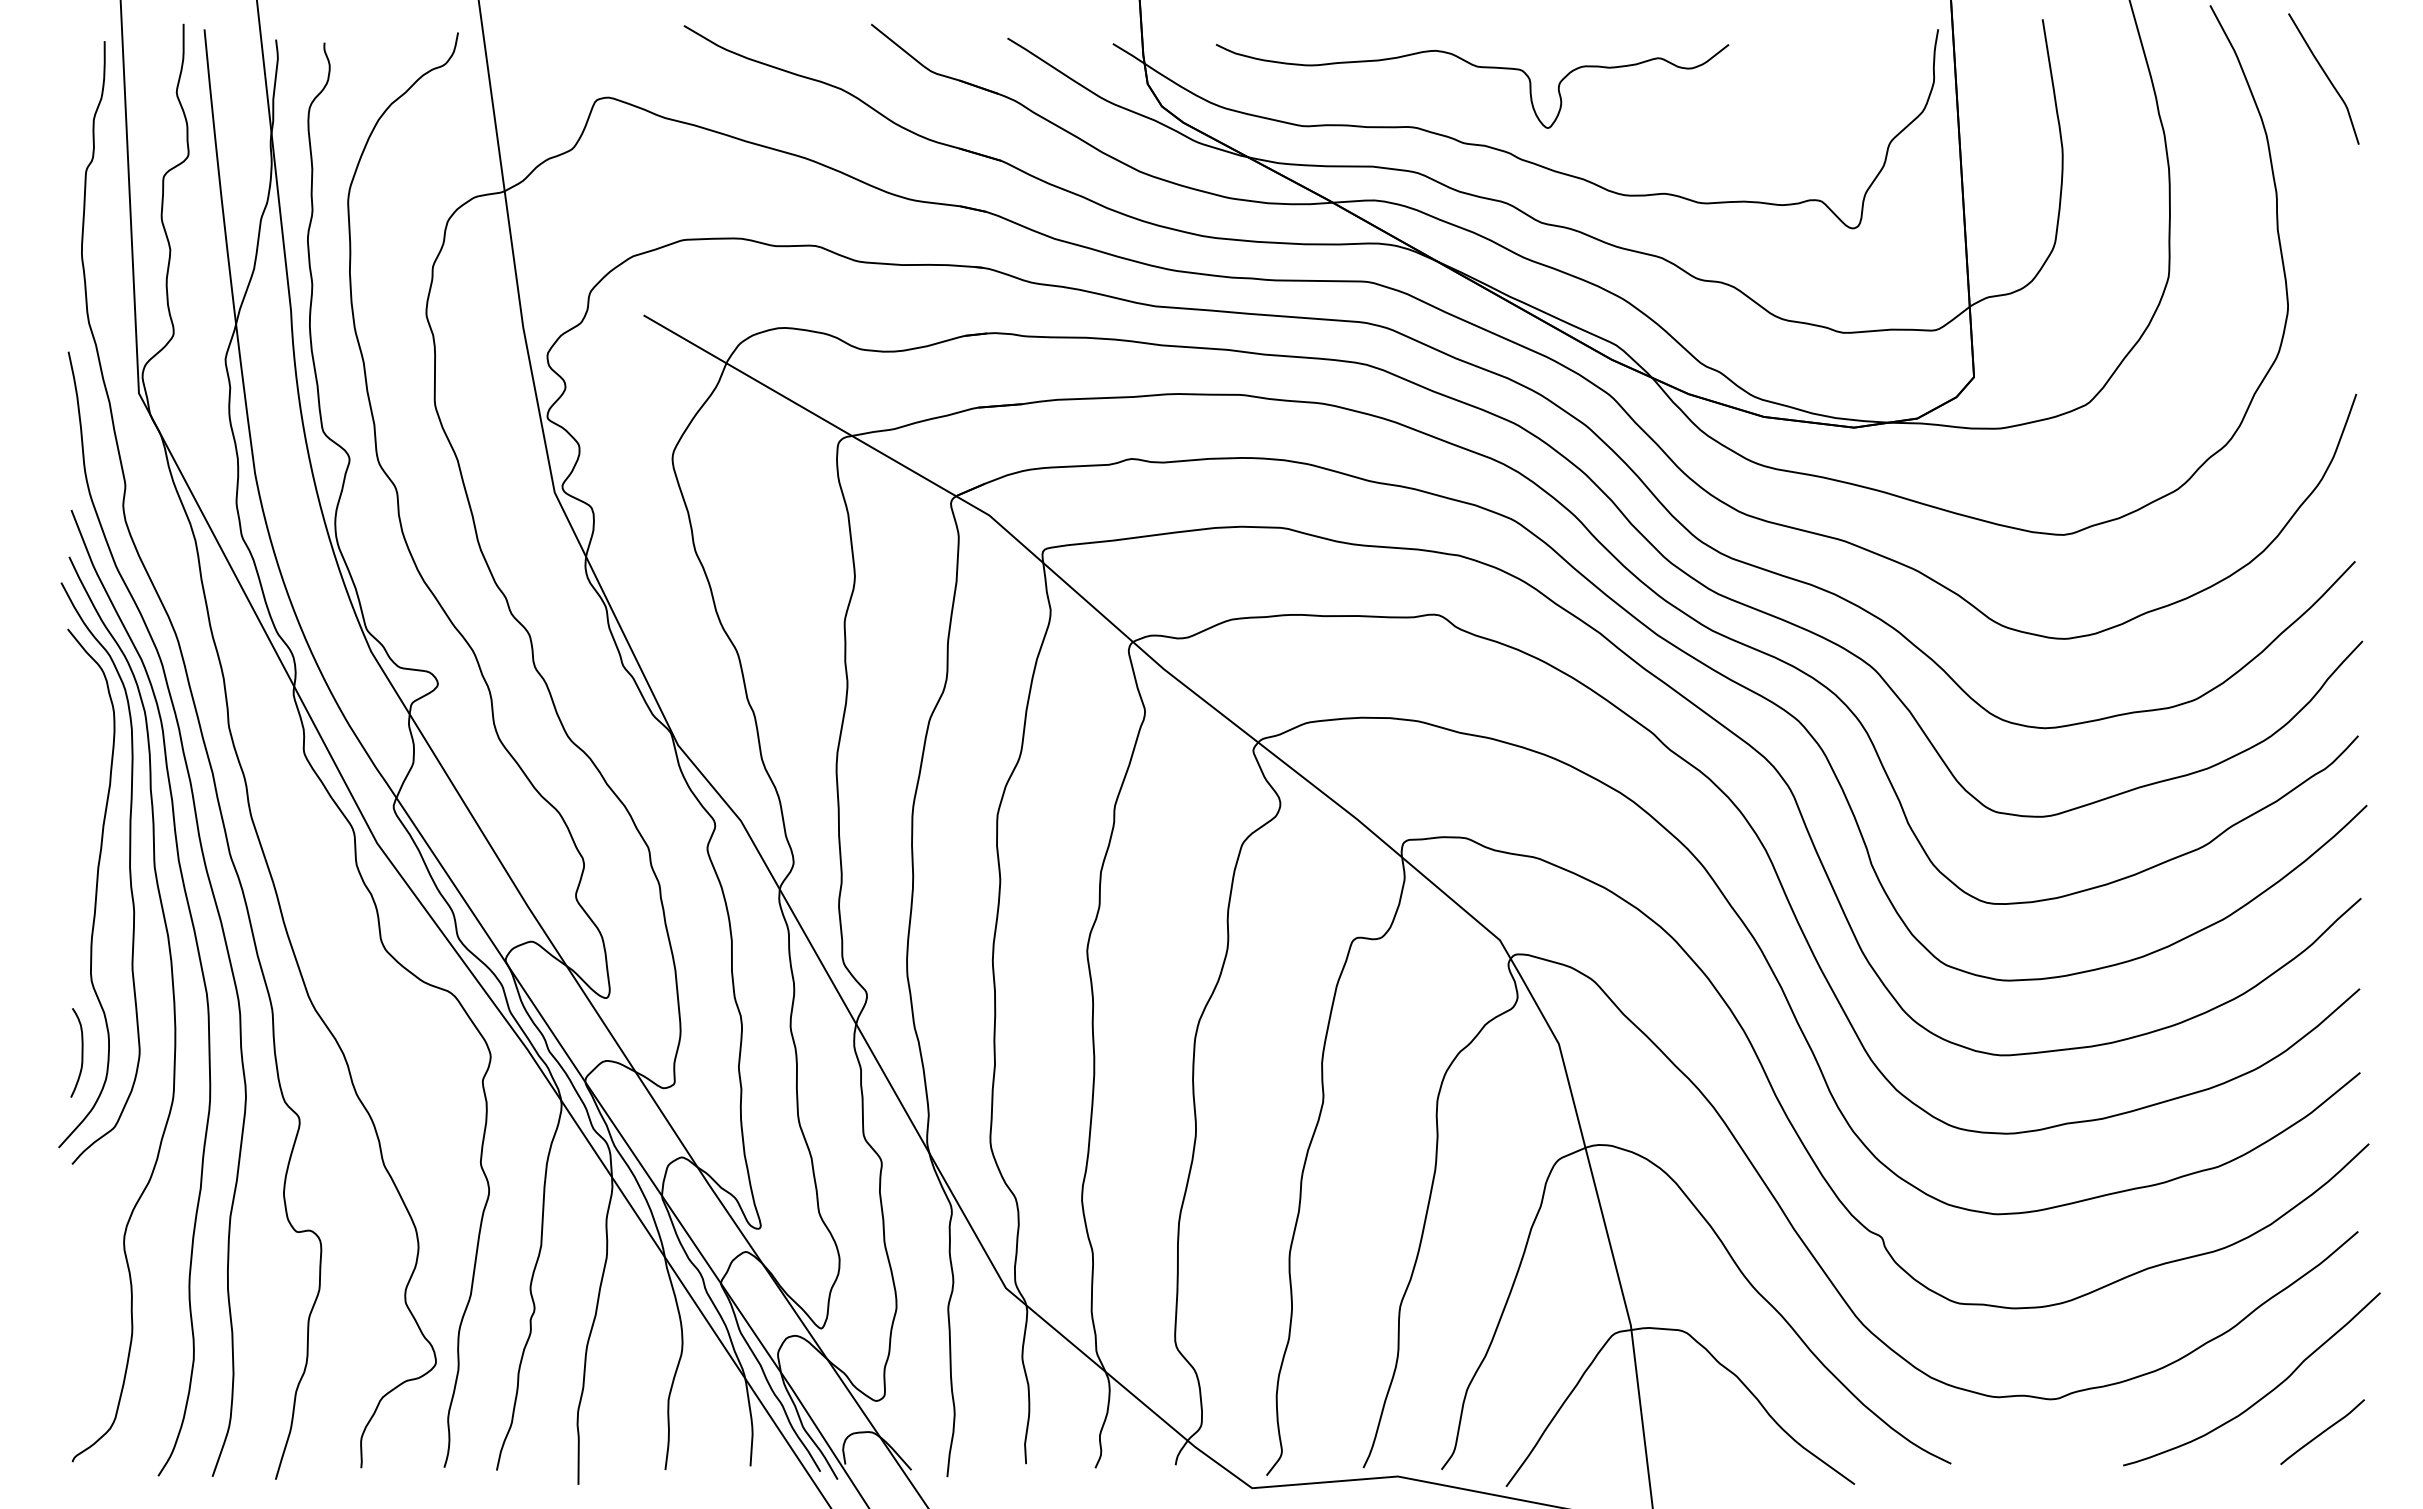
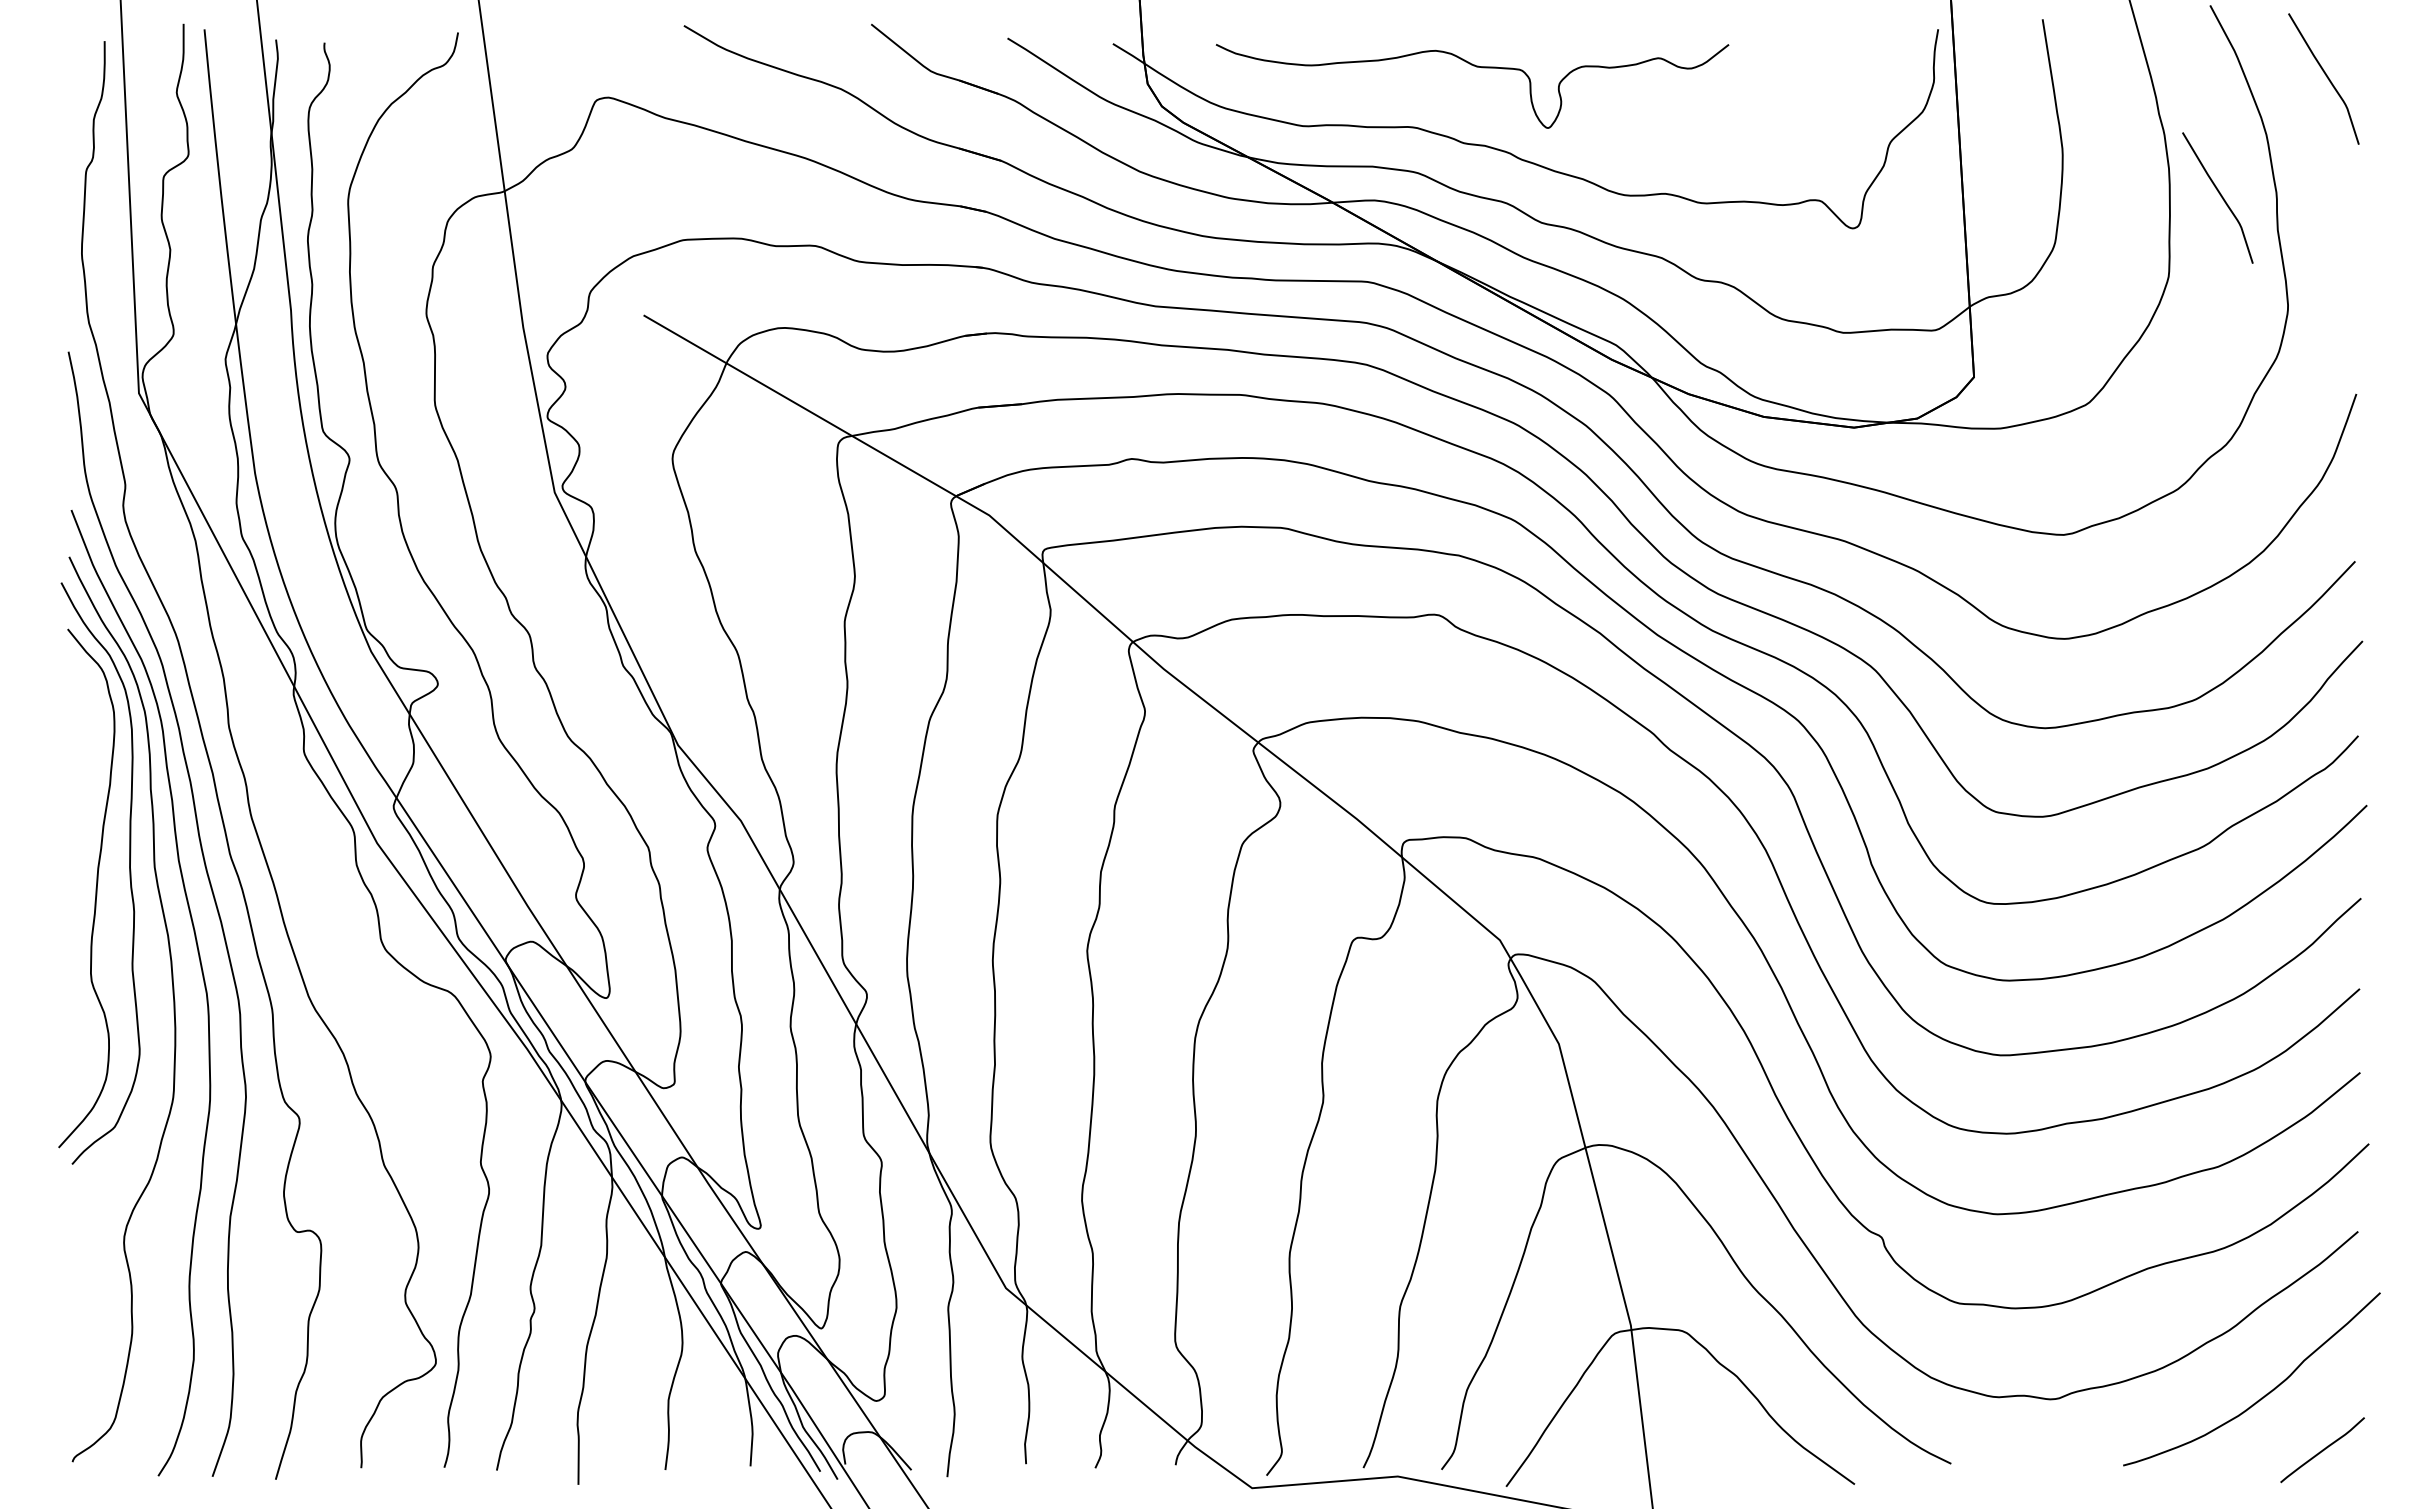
curve at (2220, 196): none -> present
curve at (81, 1052): present -> none
curve at (2322, 1432) position: (2322, 1432) -> (2322, 1450)
